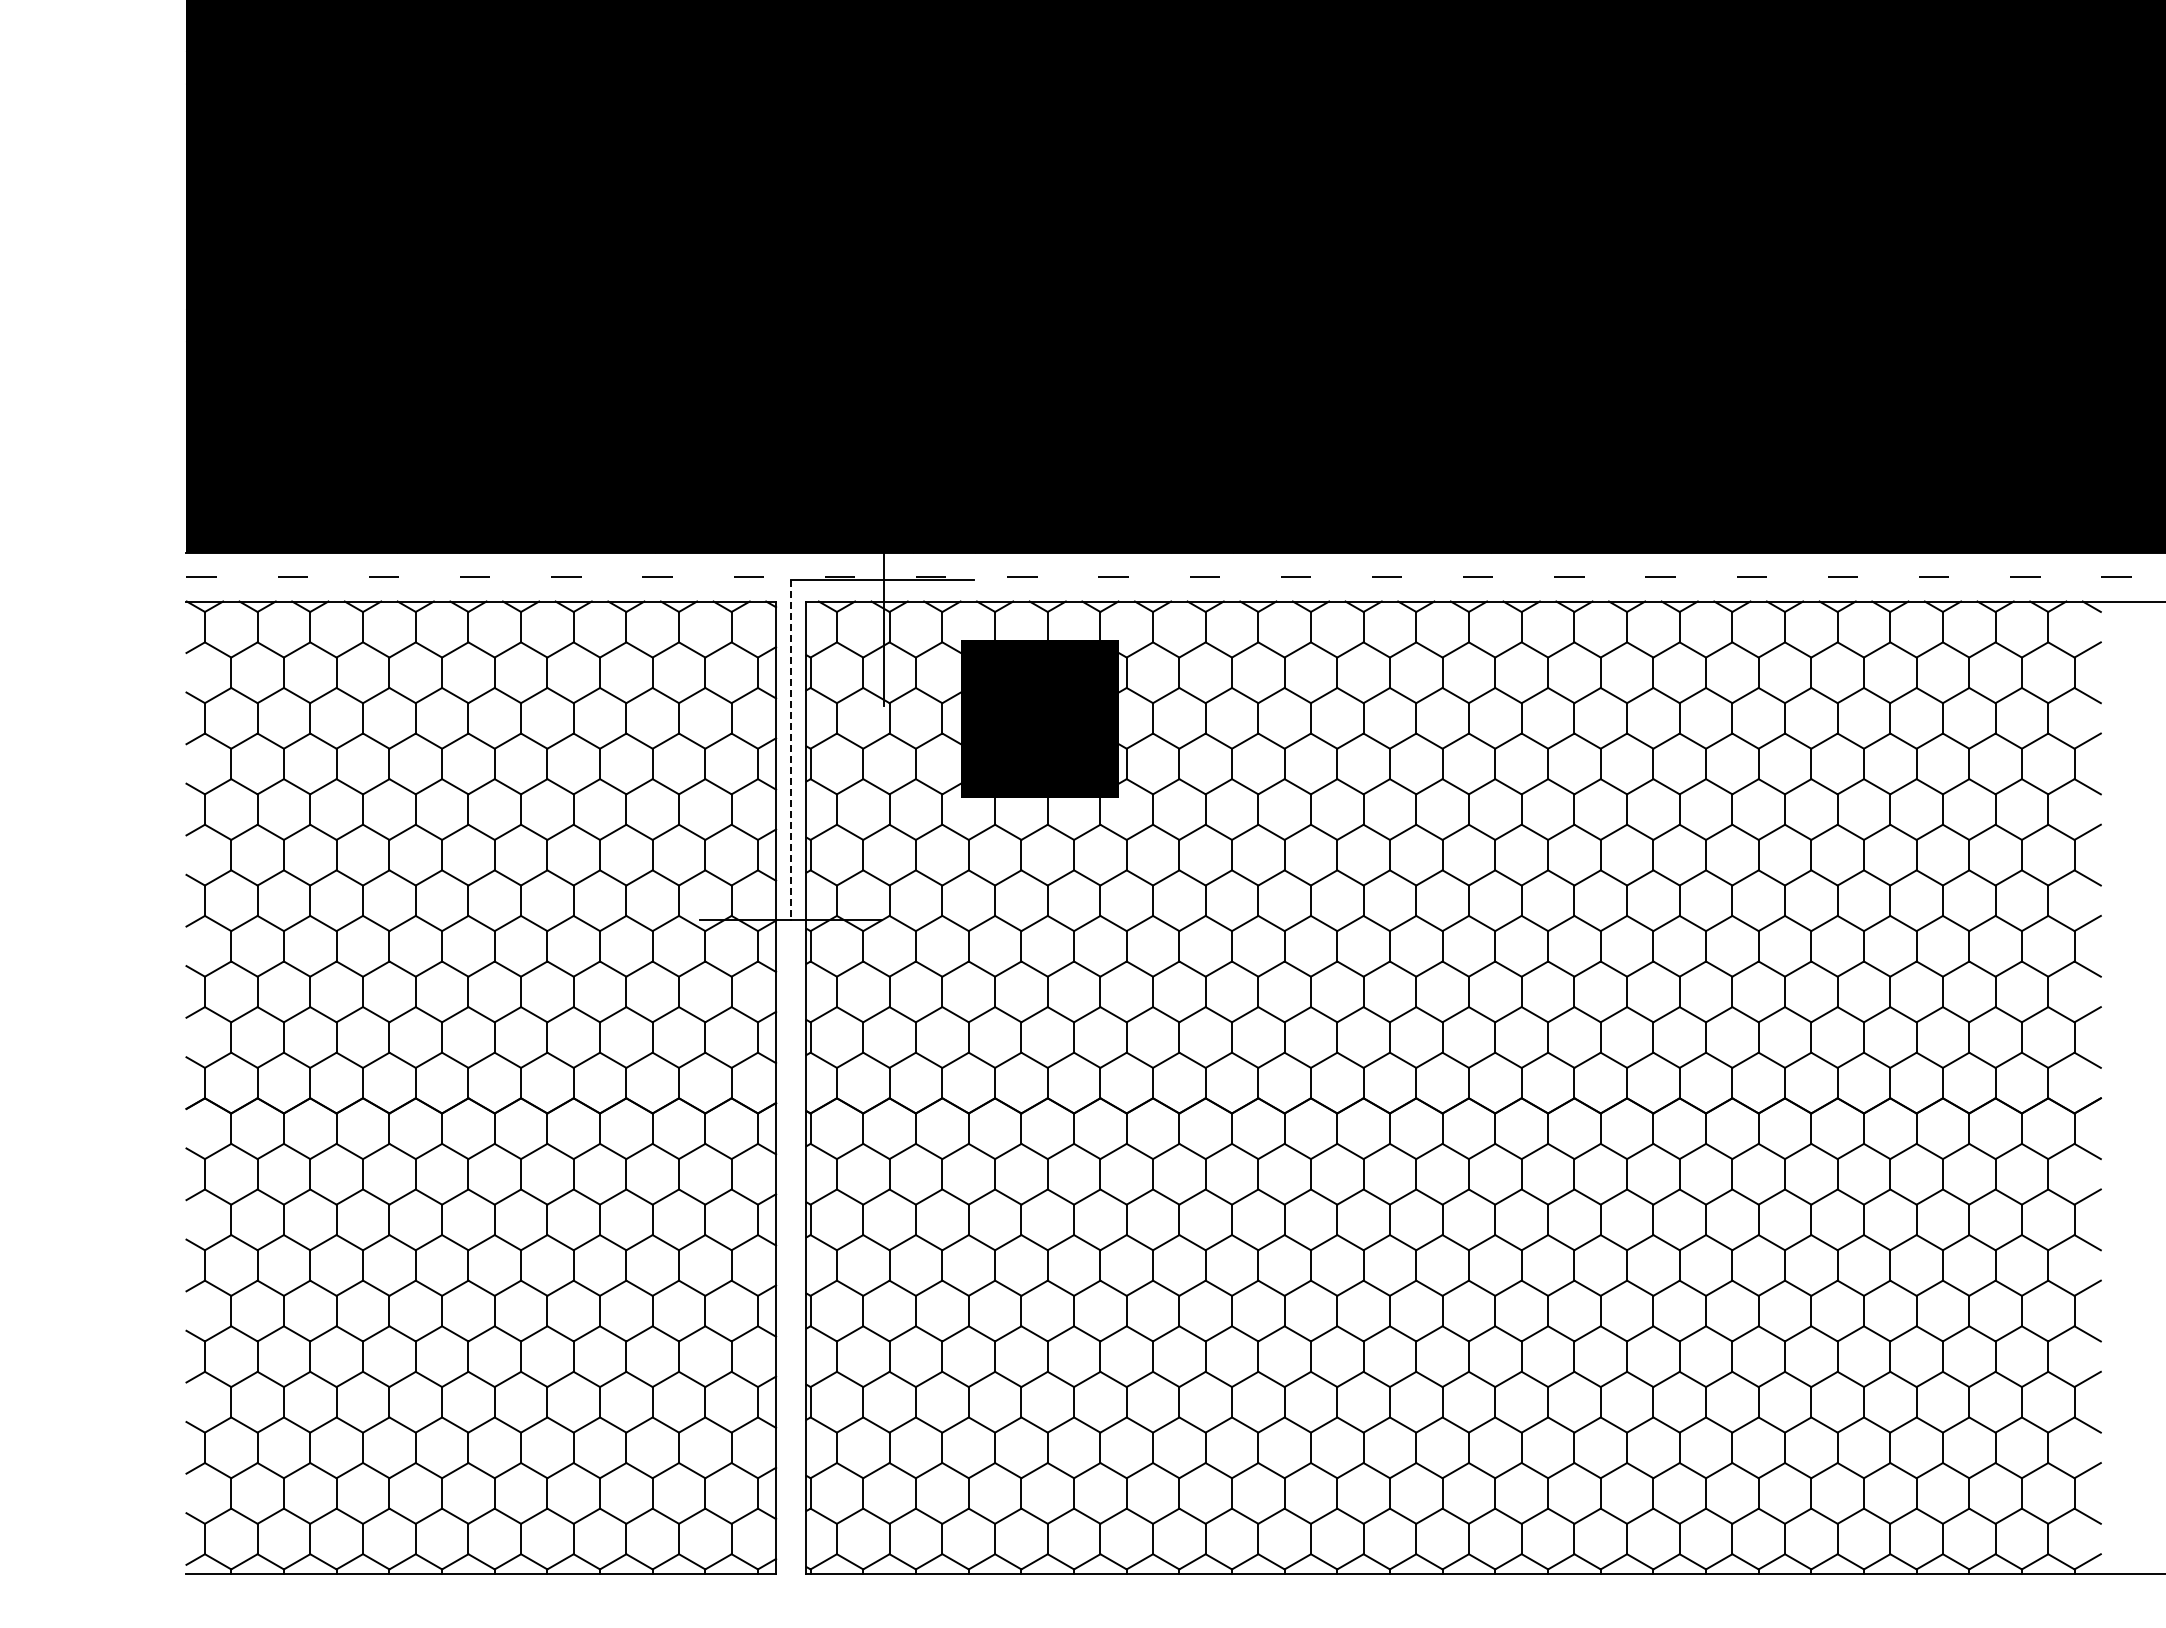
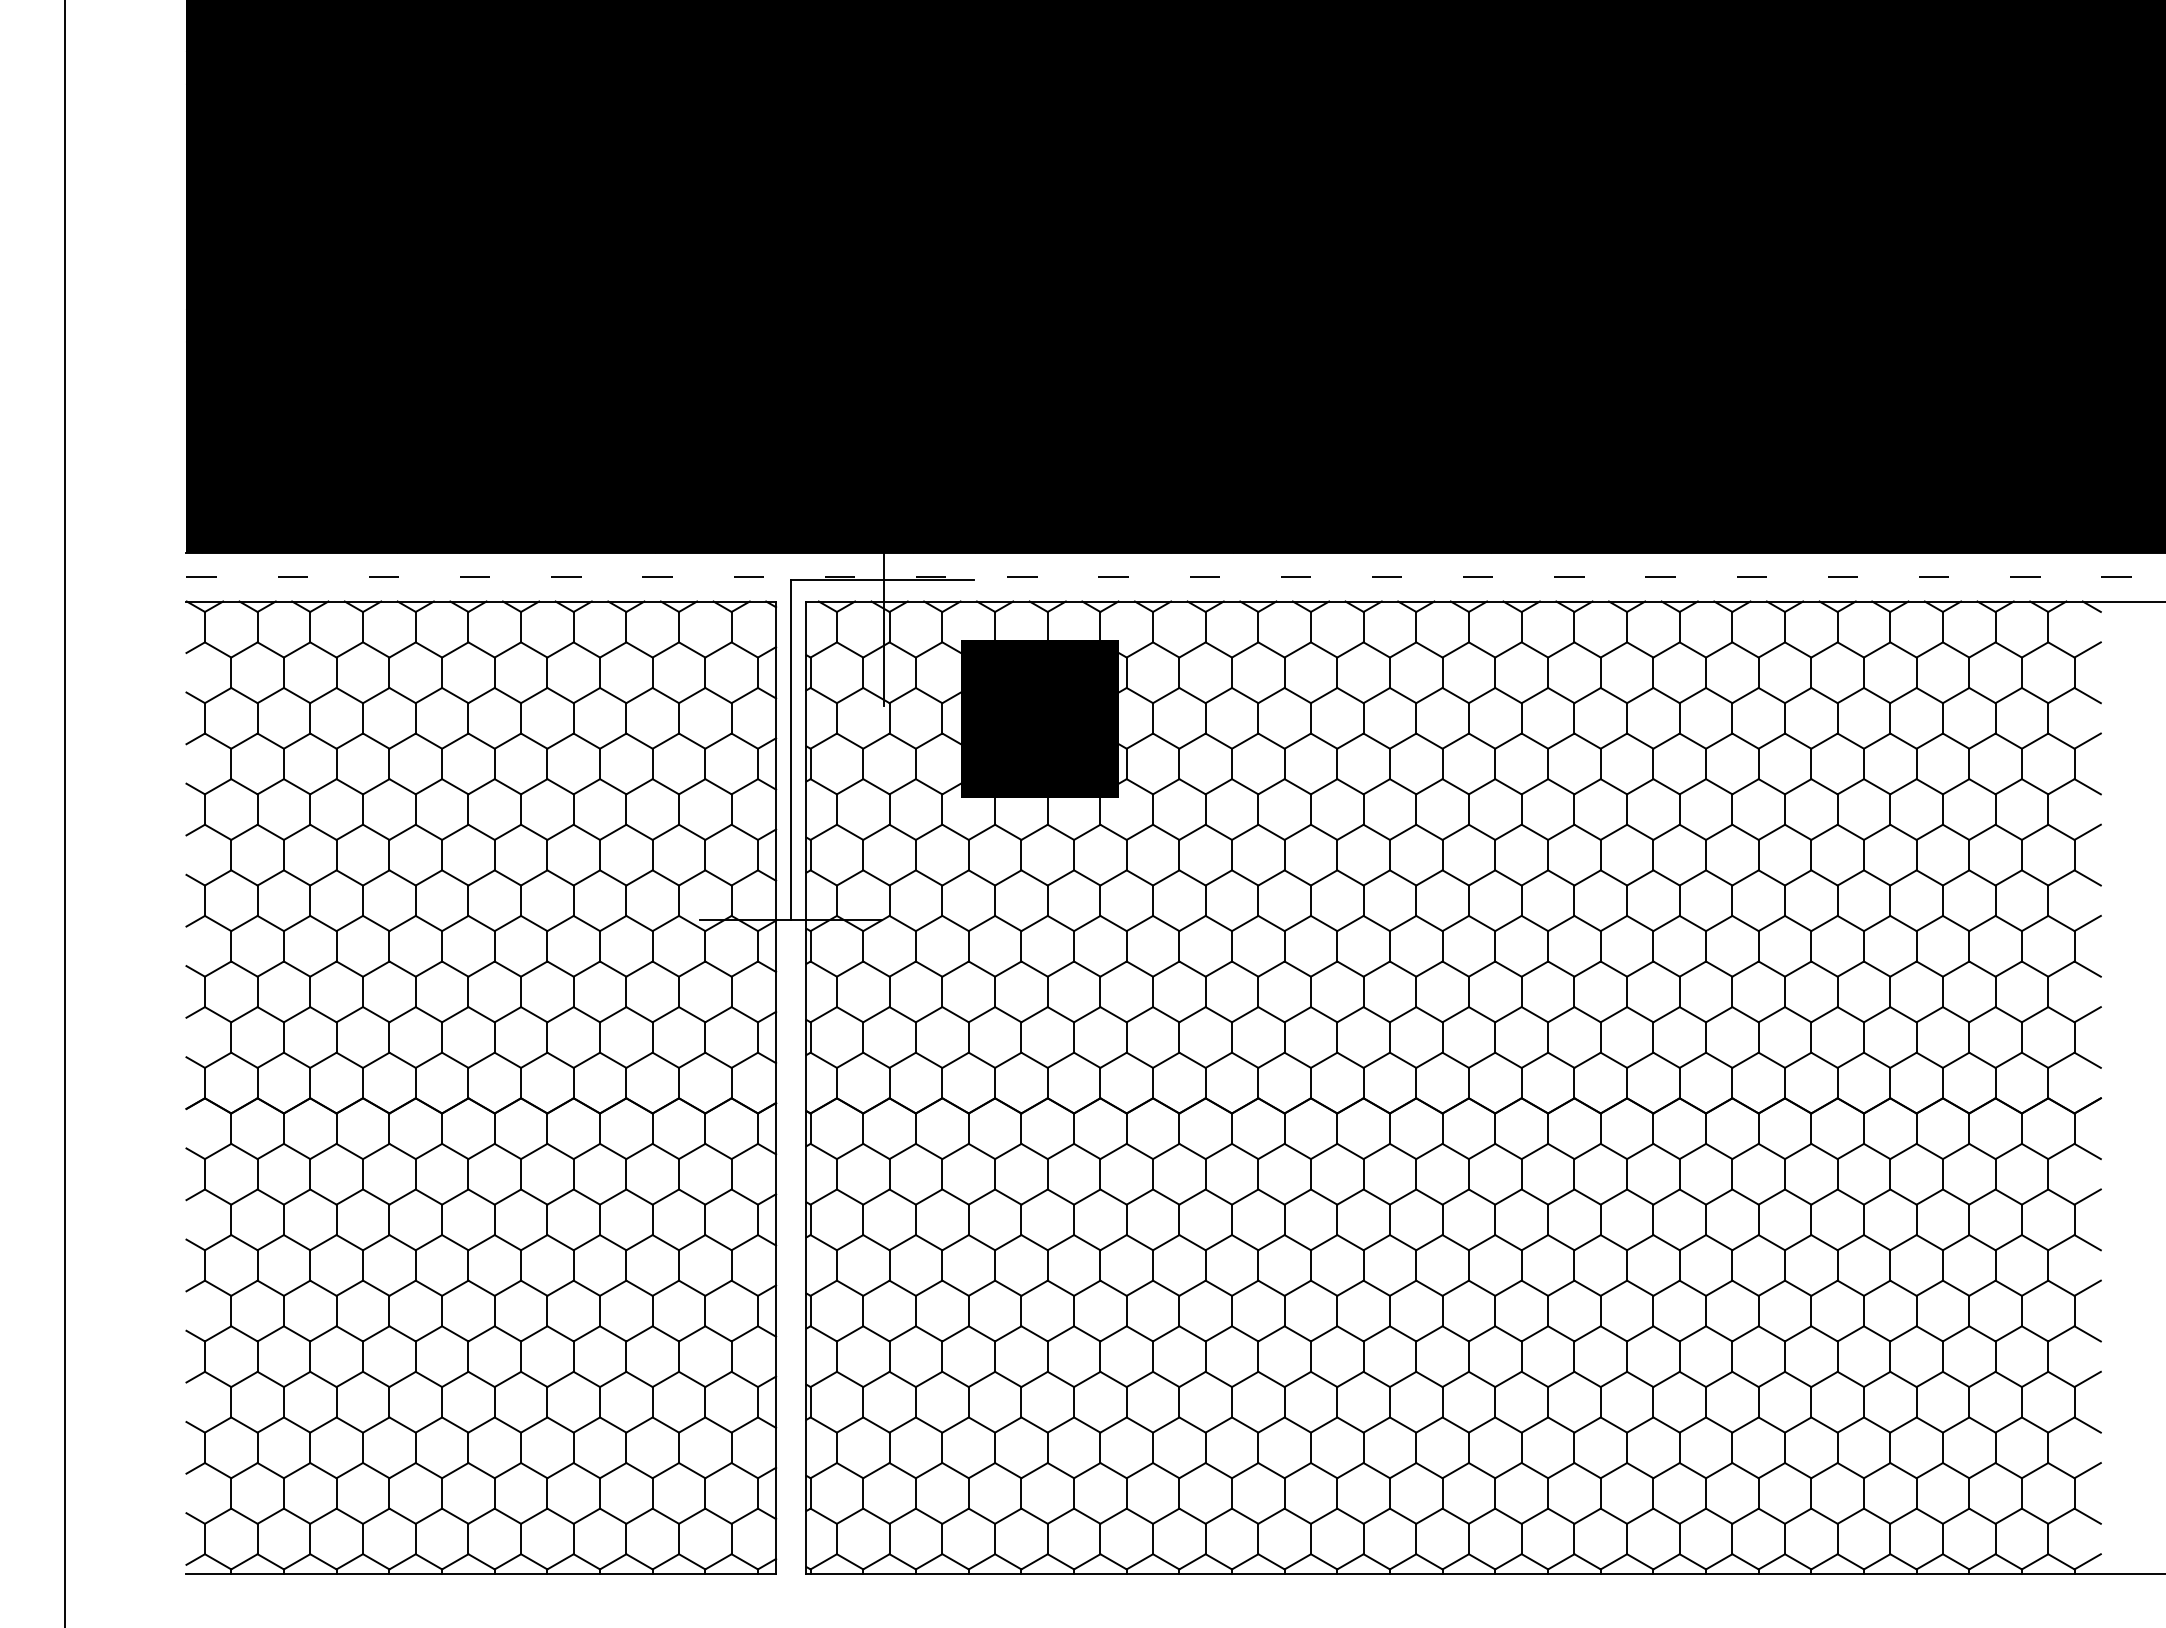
line at (791, 750): dashed -> solid
line at (64, 813): none -> present
